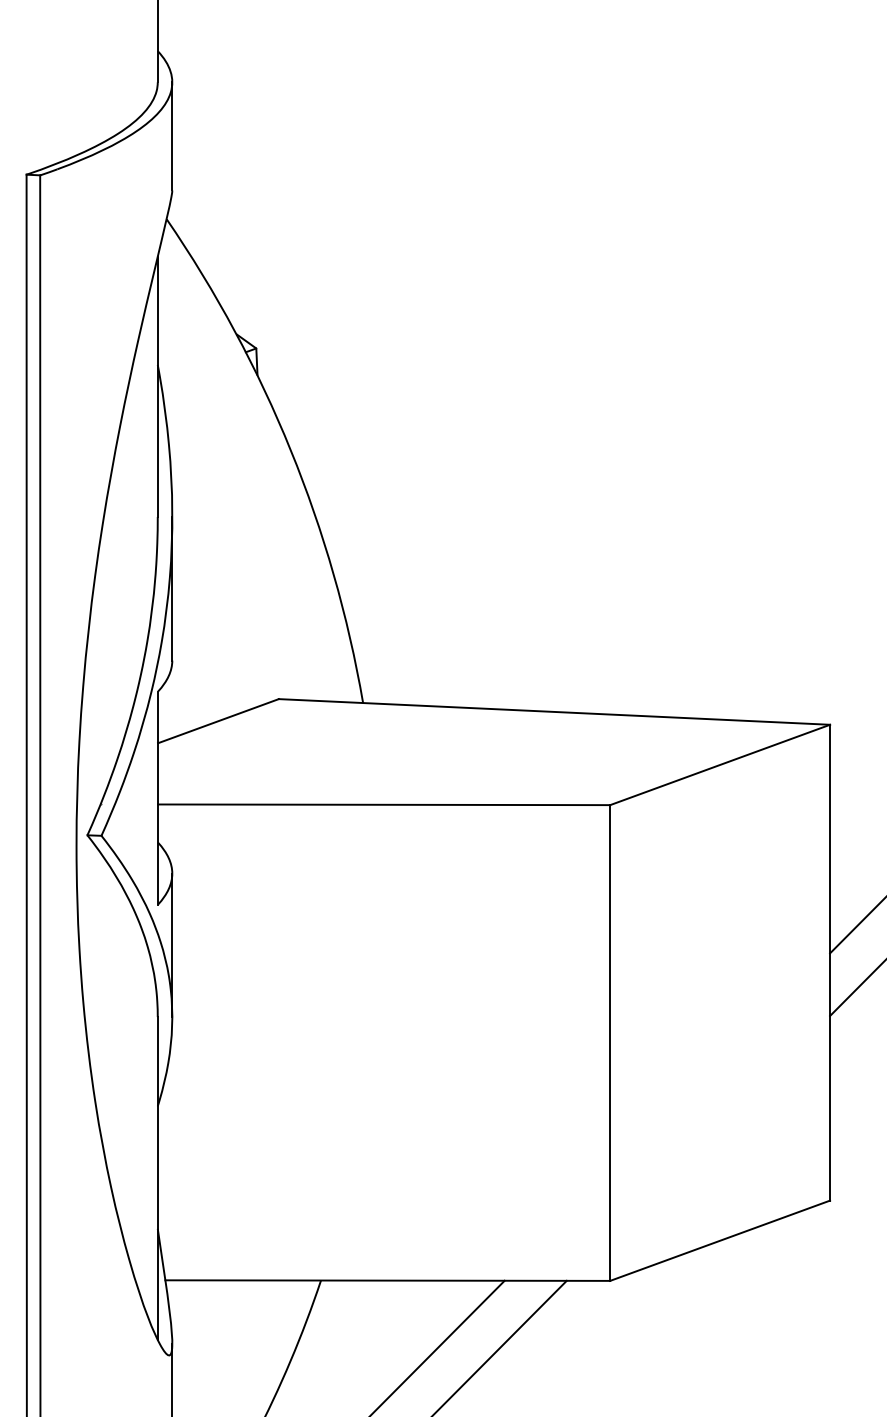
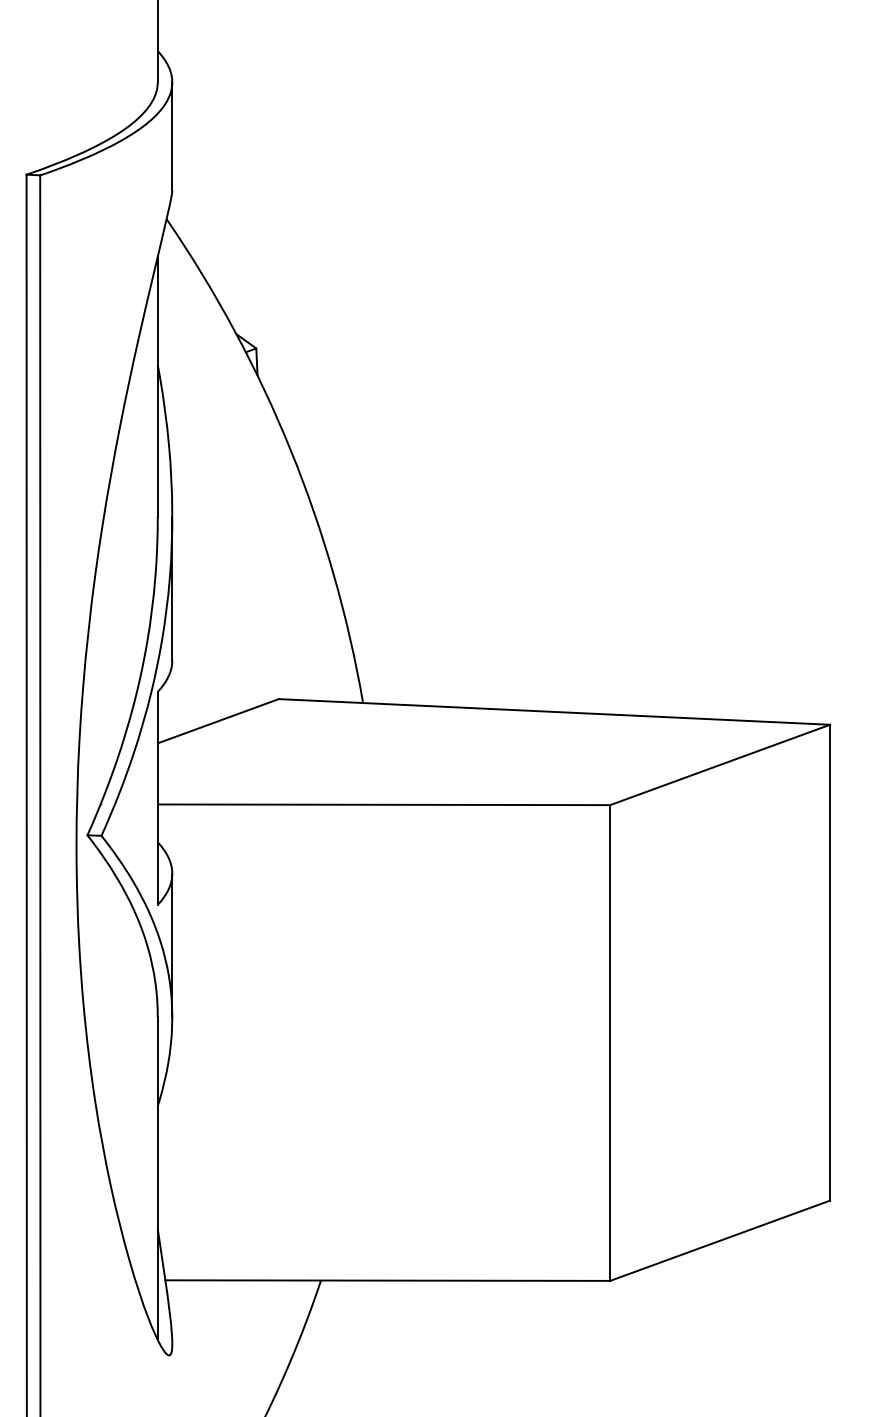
line at (856, 926): present -> none
line at (856, 988): present -> none
line at (438, 1346): present -> none
line at (500, 1346): present -> none
line at (172, 1378): present -> none
